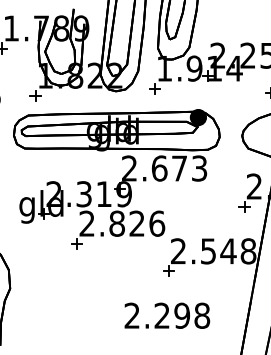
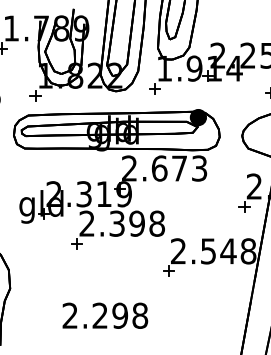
text at (137, 223): 2.826 -> 2.398
text at (167, 315) position: (167, 315) -> (105, 315)
